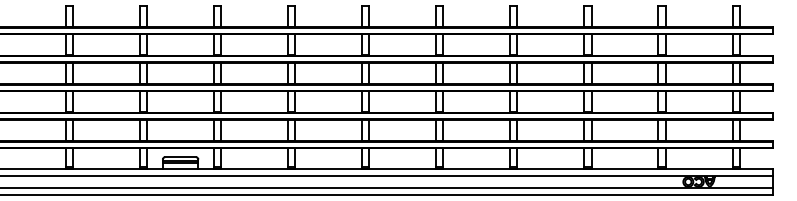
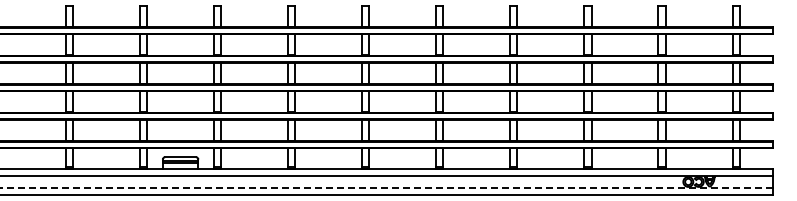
line at (386, 187): solid -> dashed
